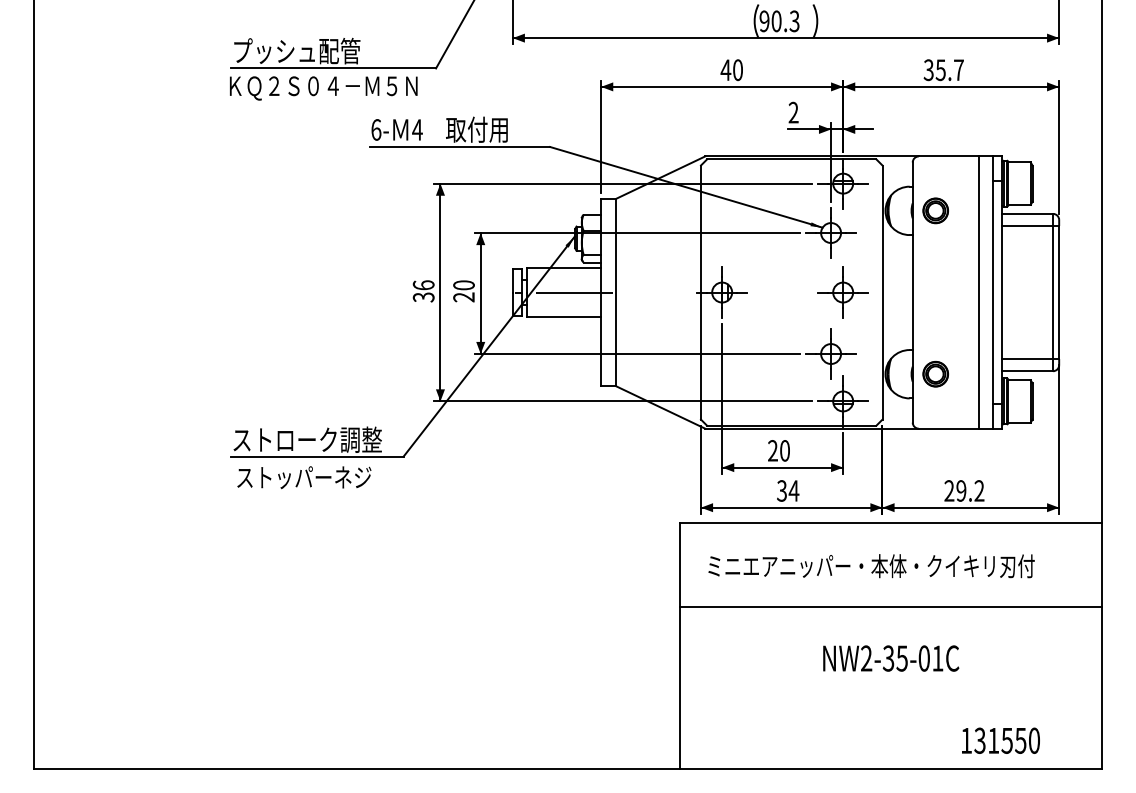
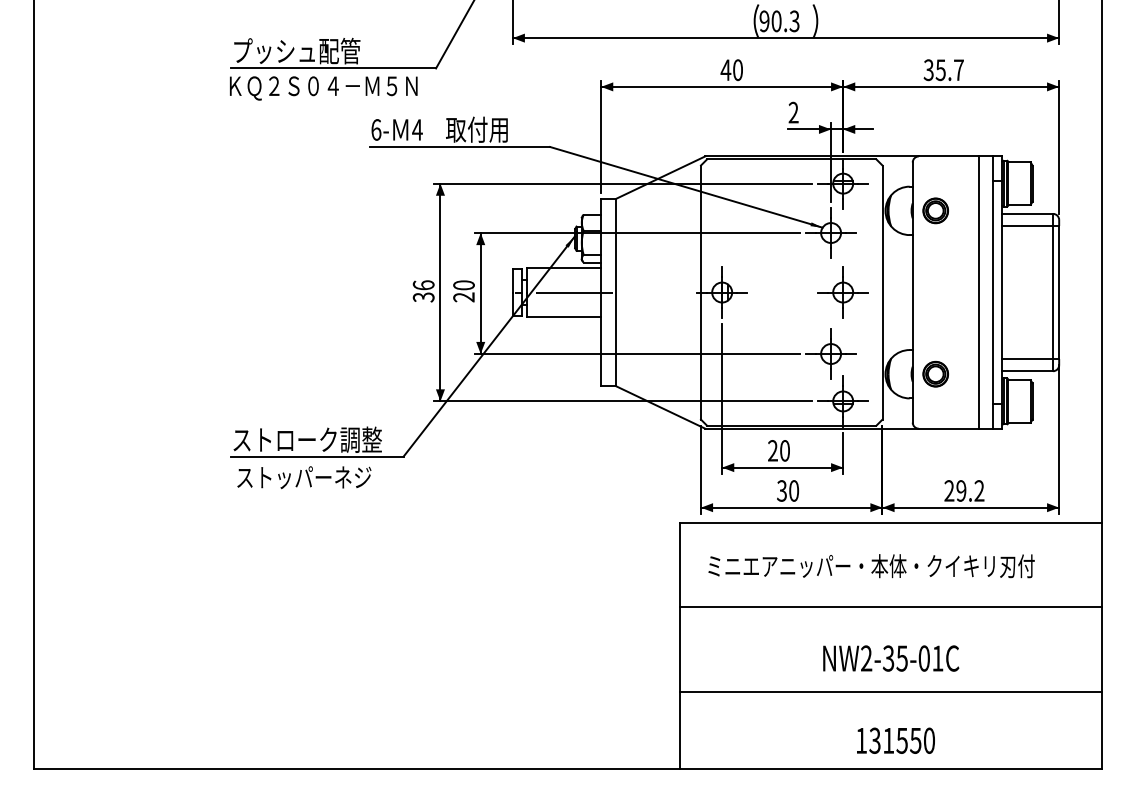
text at (793, 490): 34 -> 30
line at (890, 692): none -> present
text at (1000, 740) position: (1000, 740) -> (895, 740)
